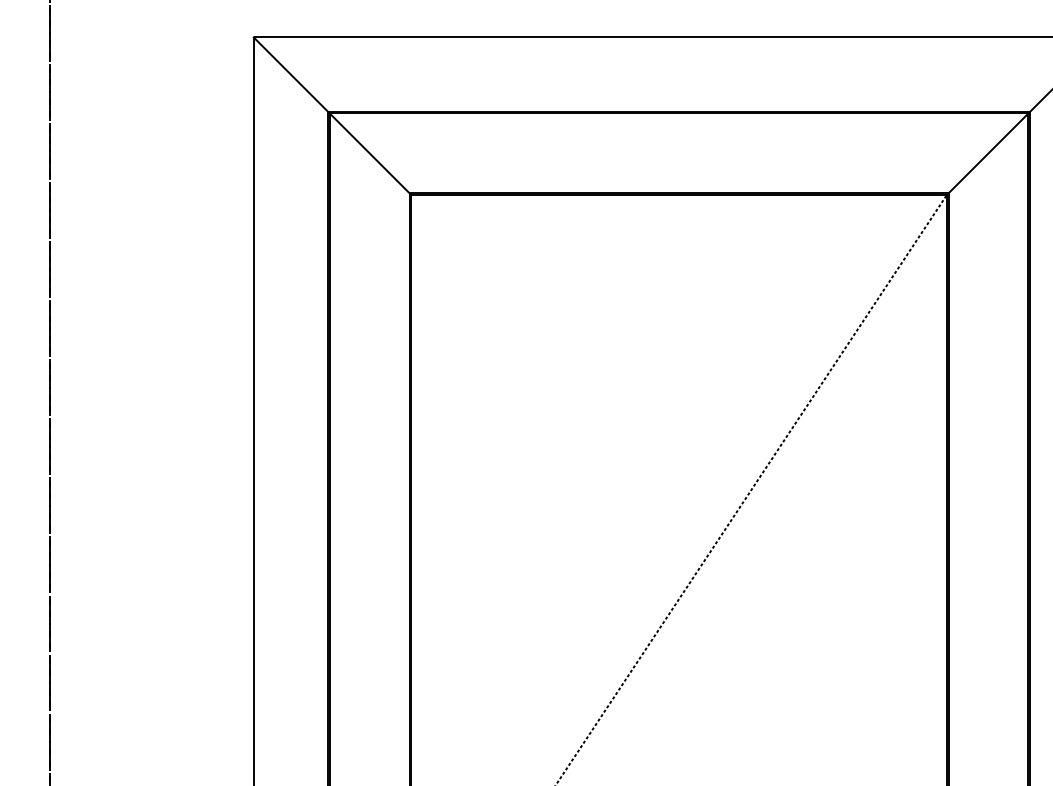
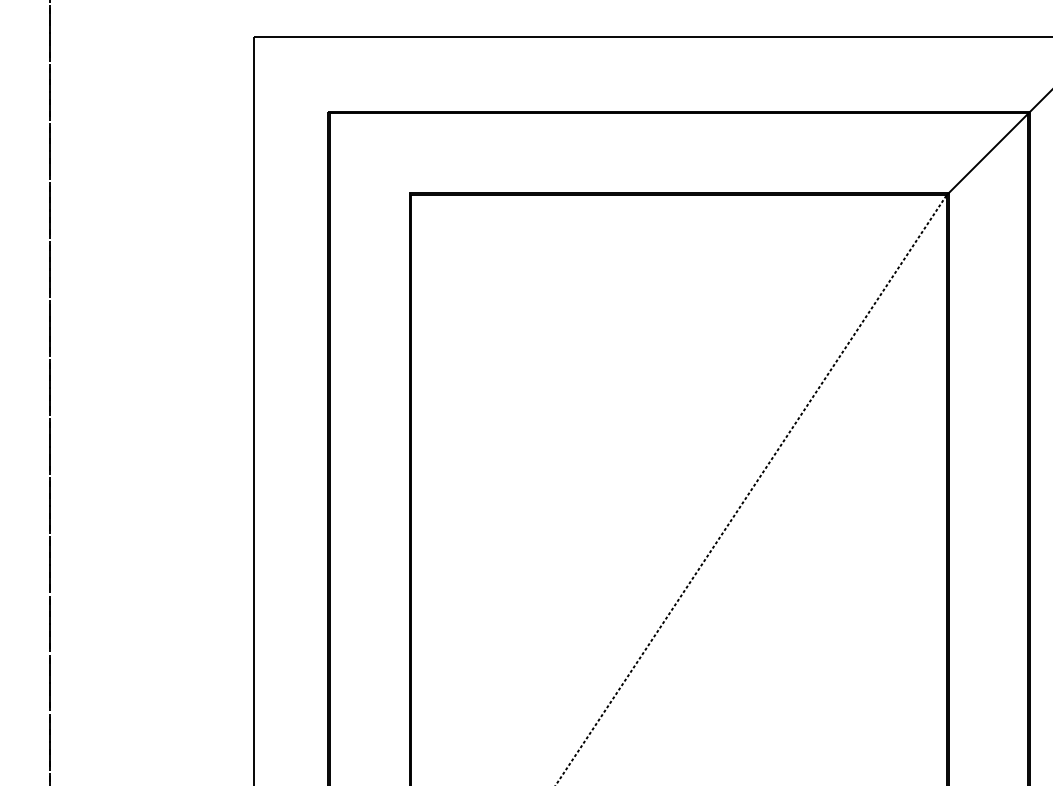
line at (332, 116): present -> none
